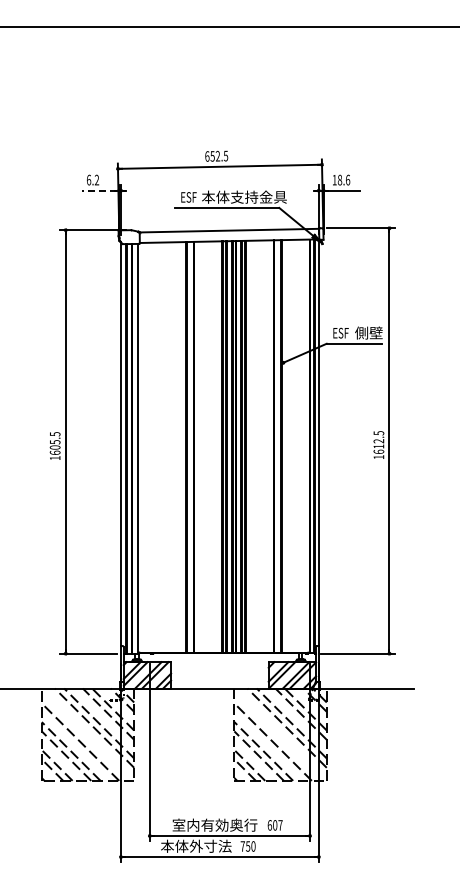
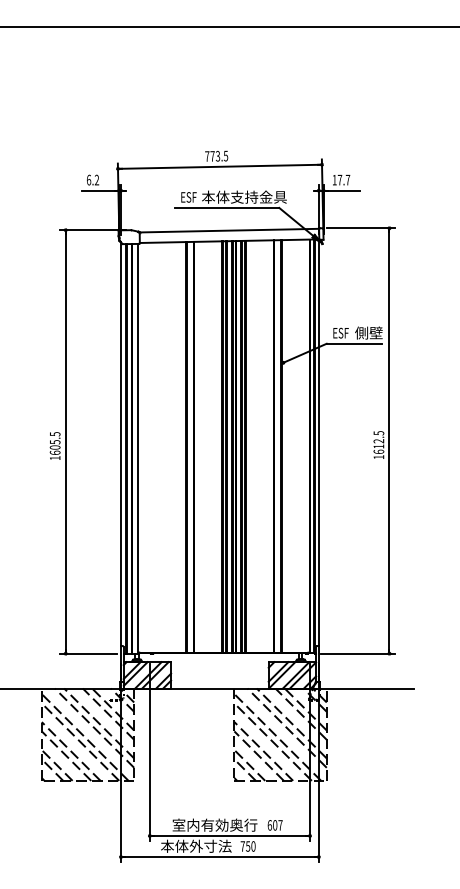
text at (212, 156): 652.5 -> 773.5
text at (343, 179): 18.6 -> 17.7
line at (99, 190): dashed -> solid
line at (84, 737): none -> present
line at (277, 737): none -> present
